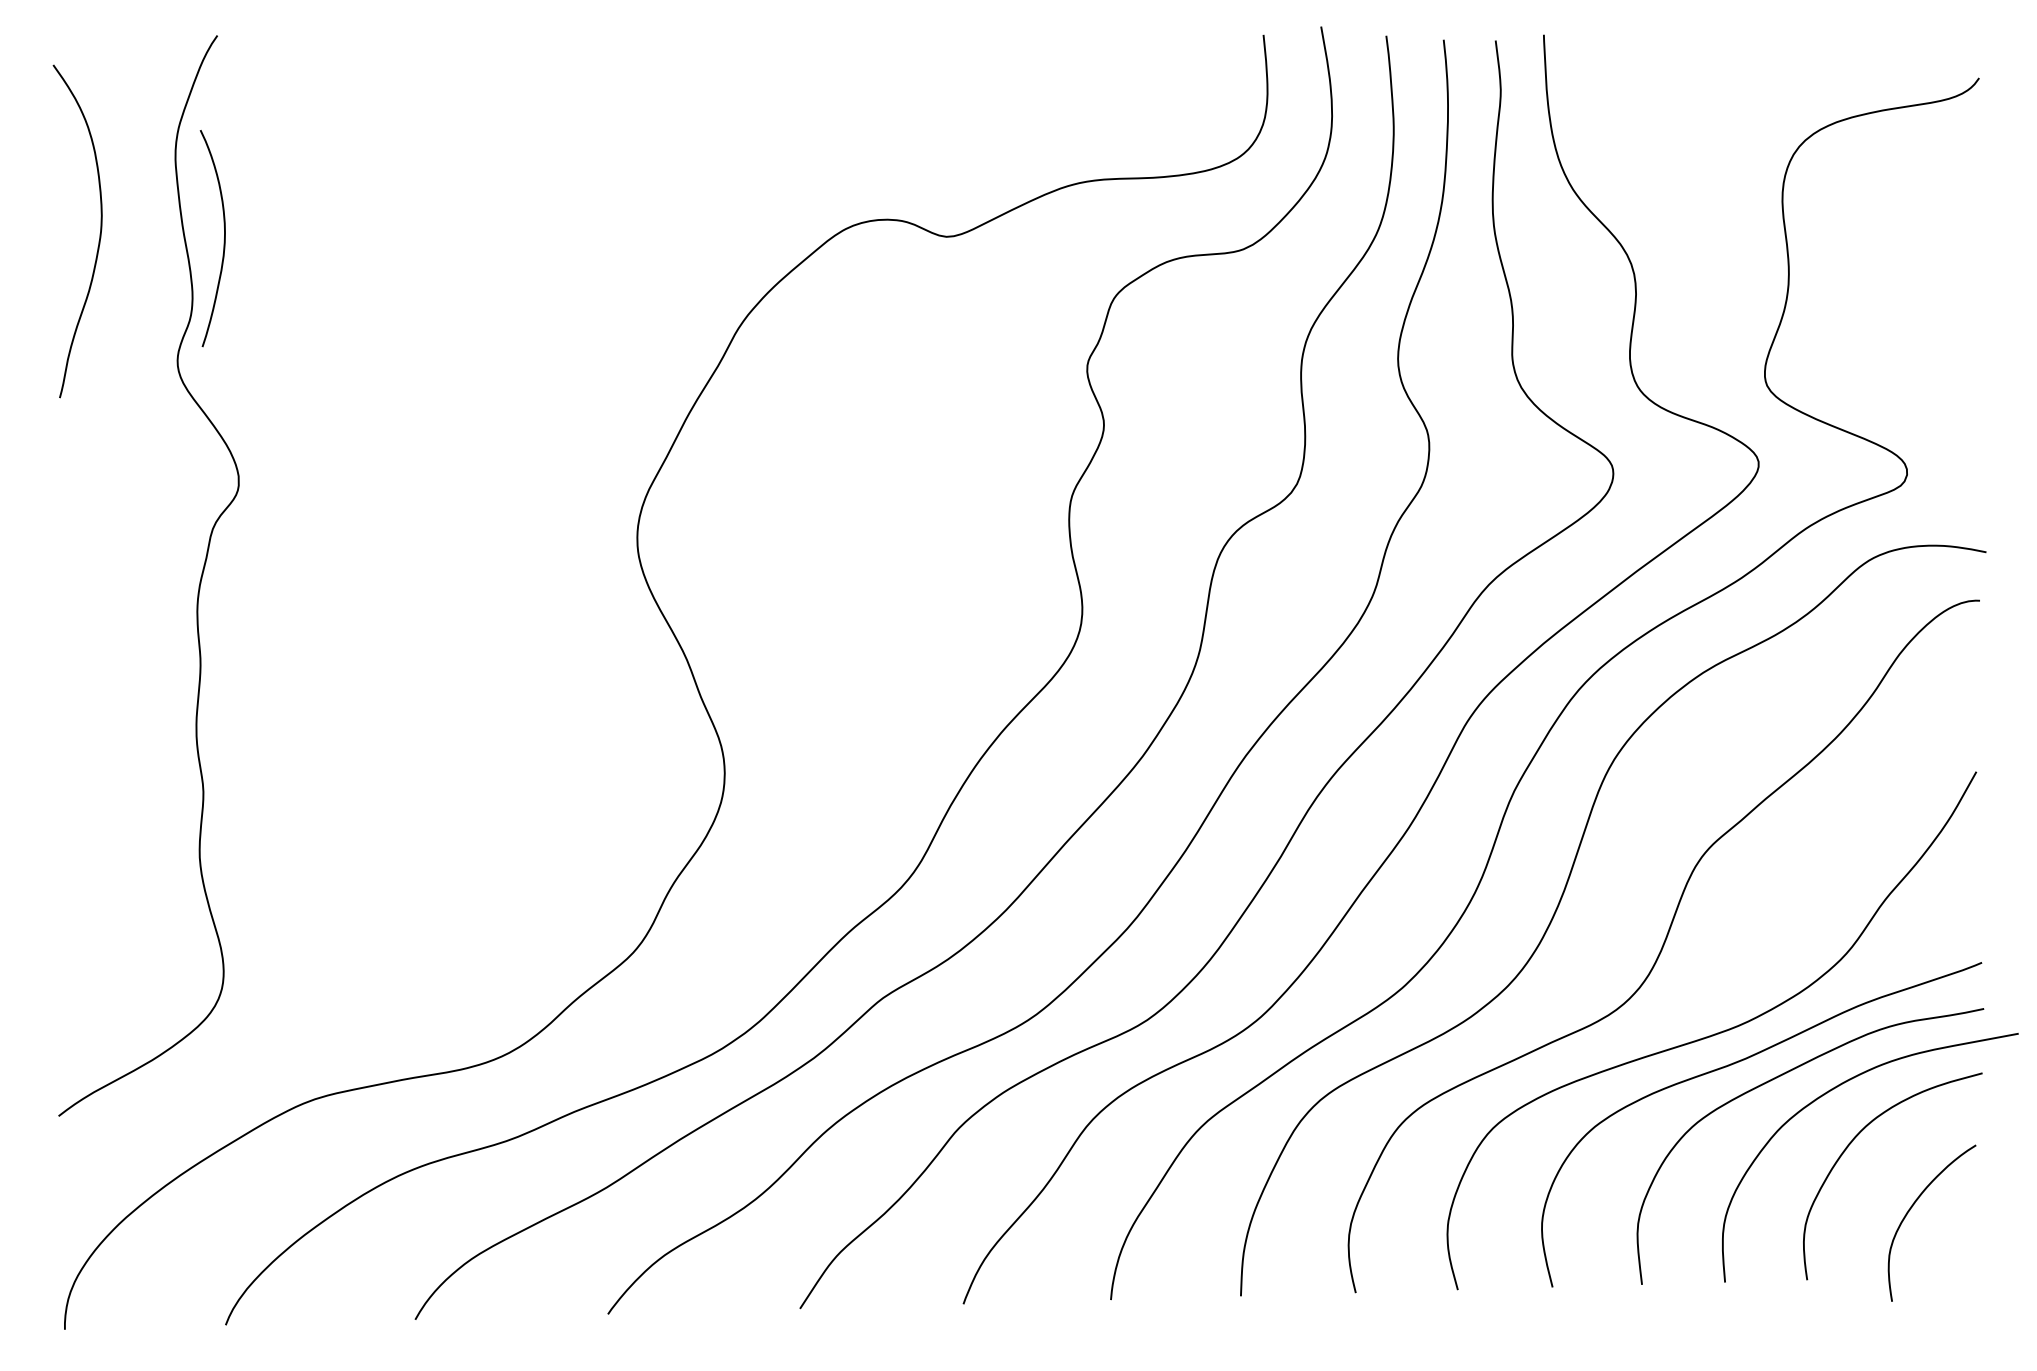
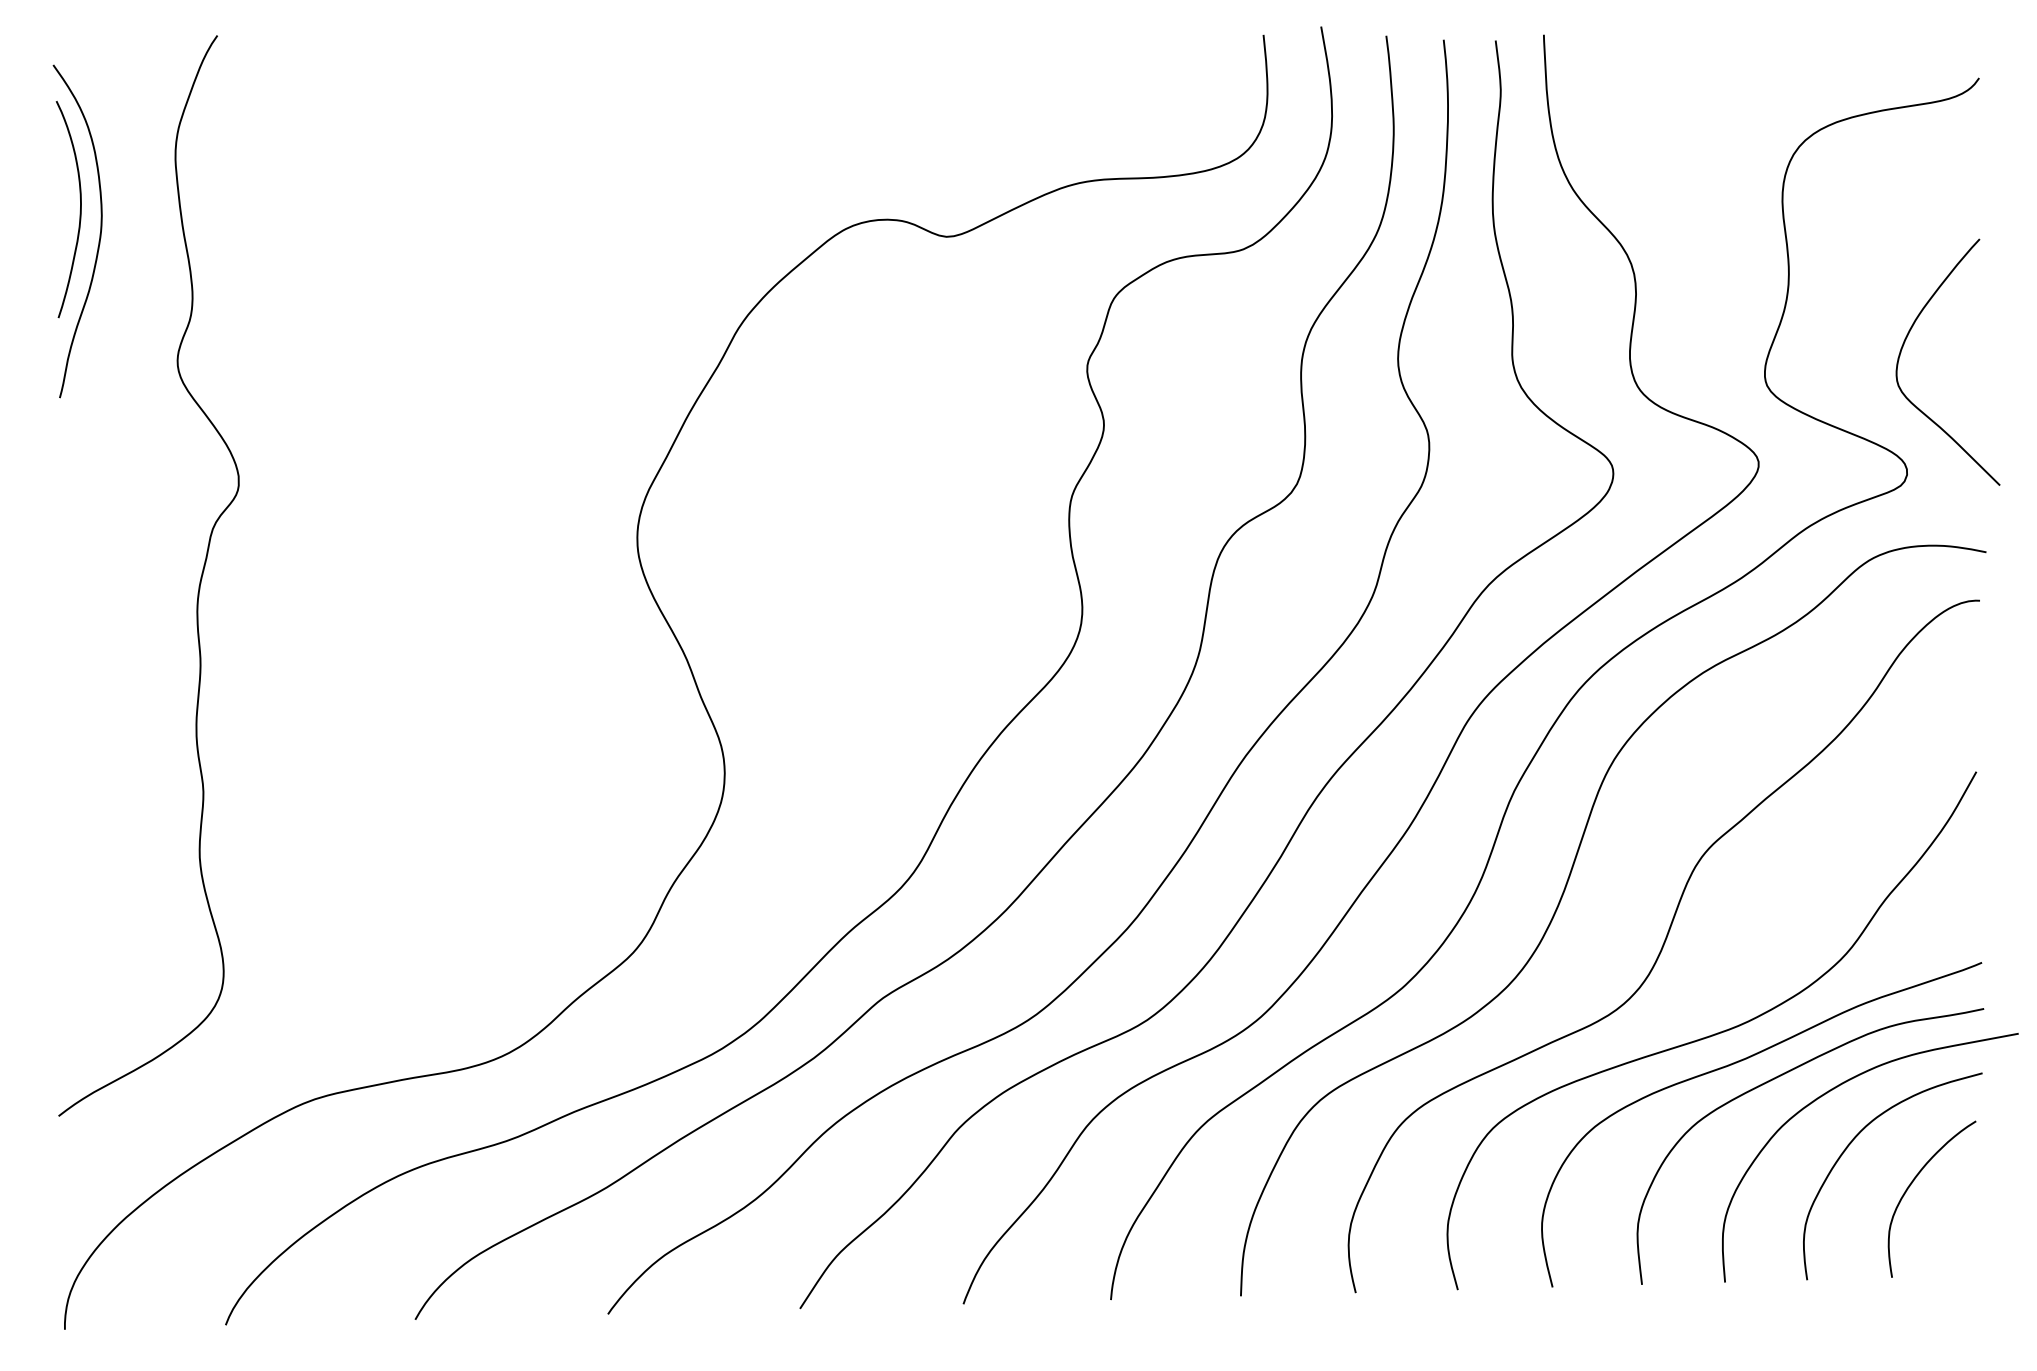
curve at (223, 240) position: (223, 240) -> (79, 211)
curve at (1905, 342): none -> present
curve at (1913, 1206) position: (1913, 1206) -> (1913, 1182)
